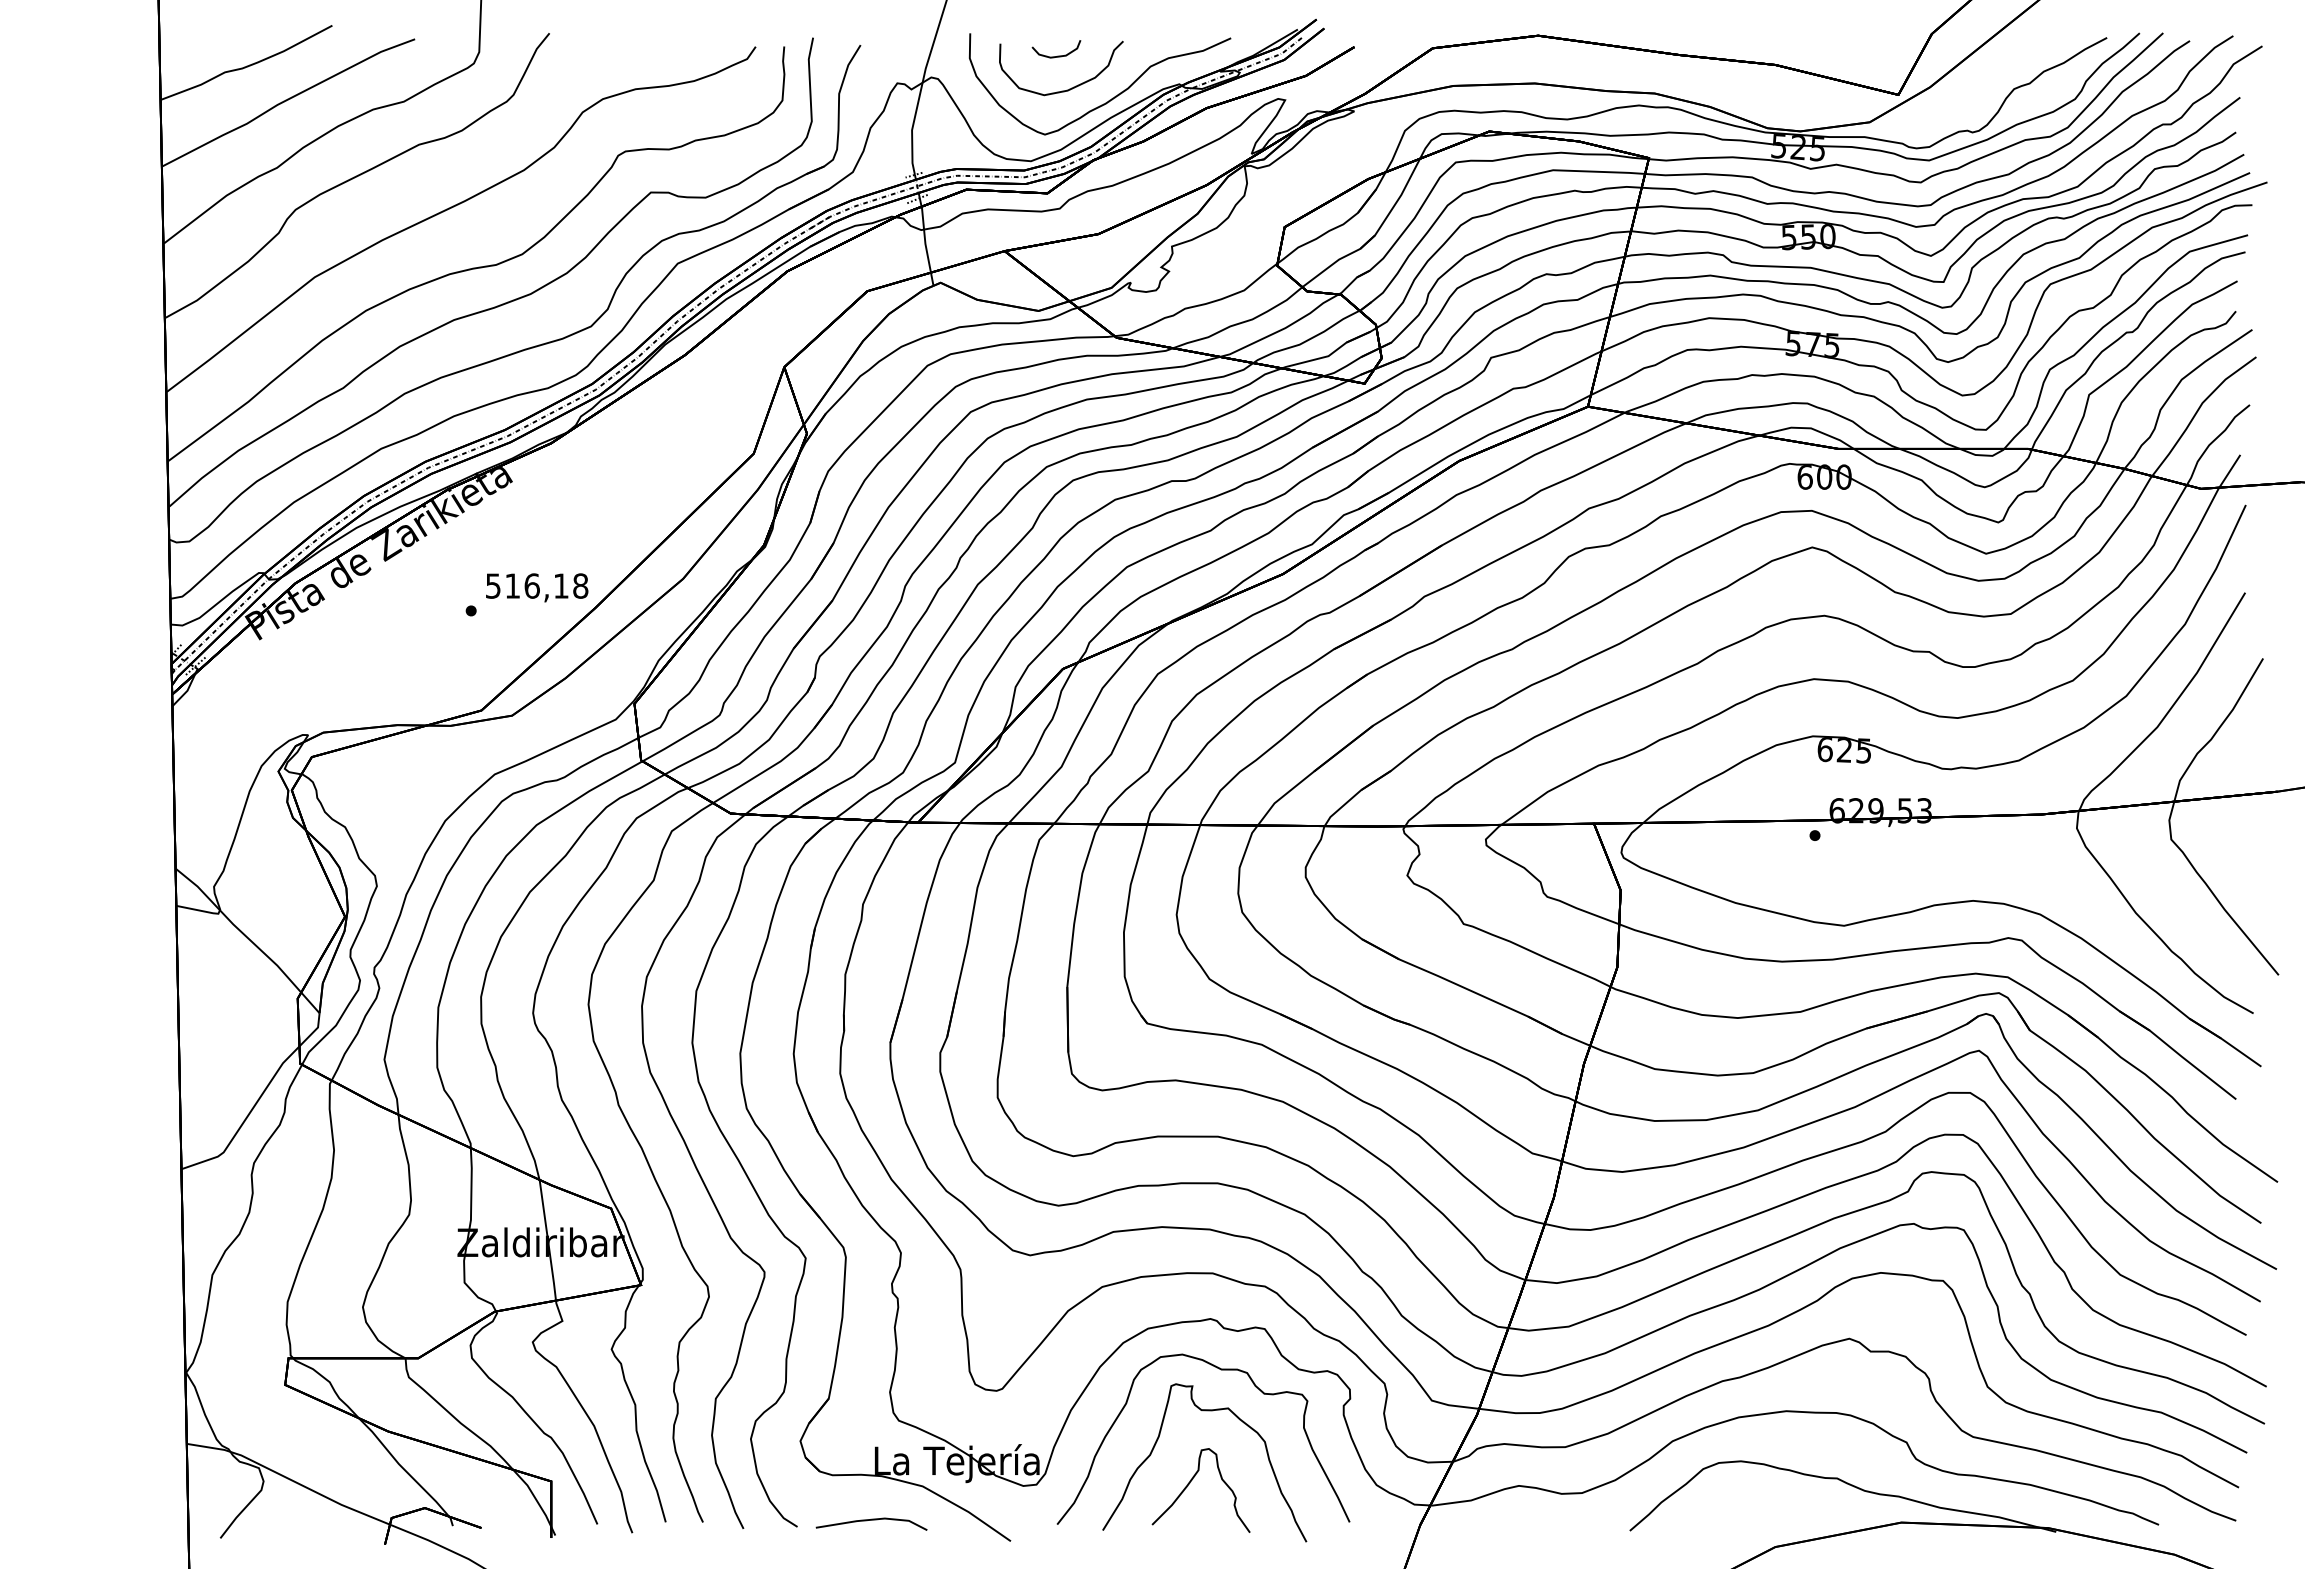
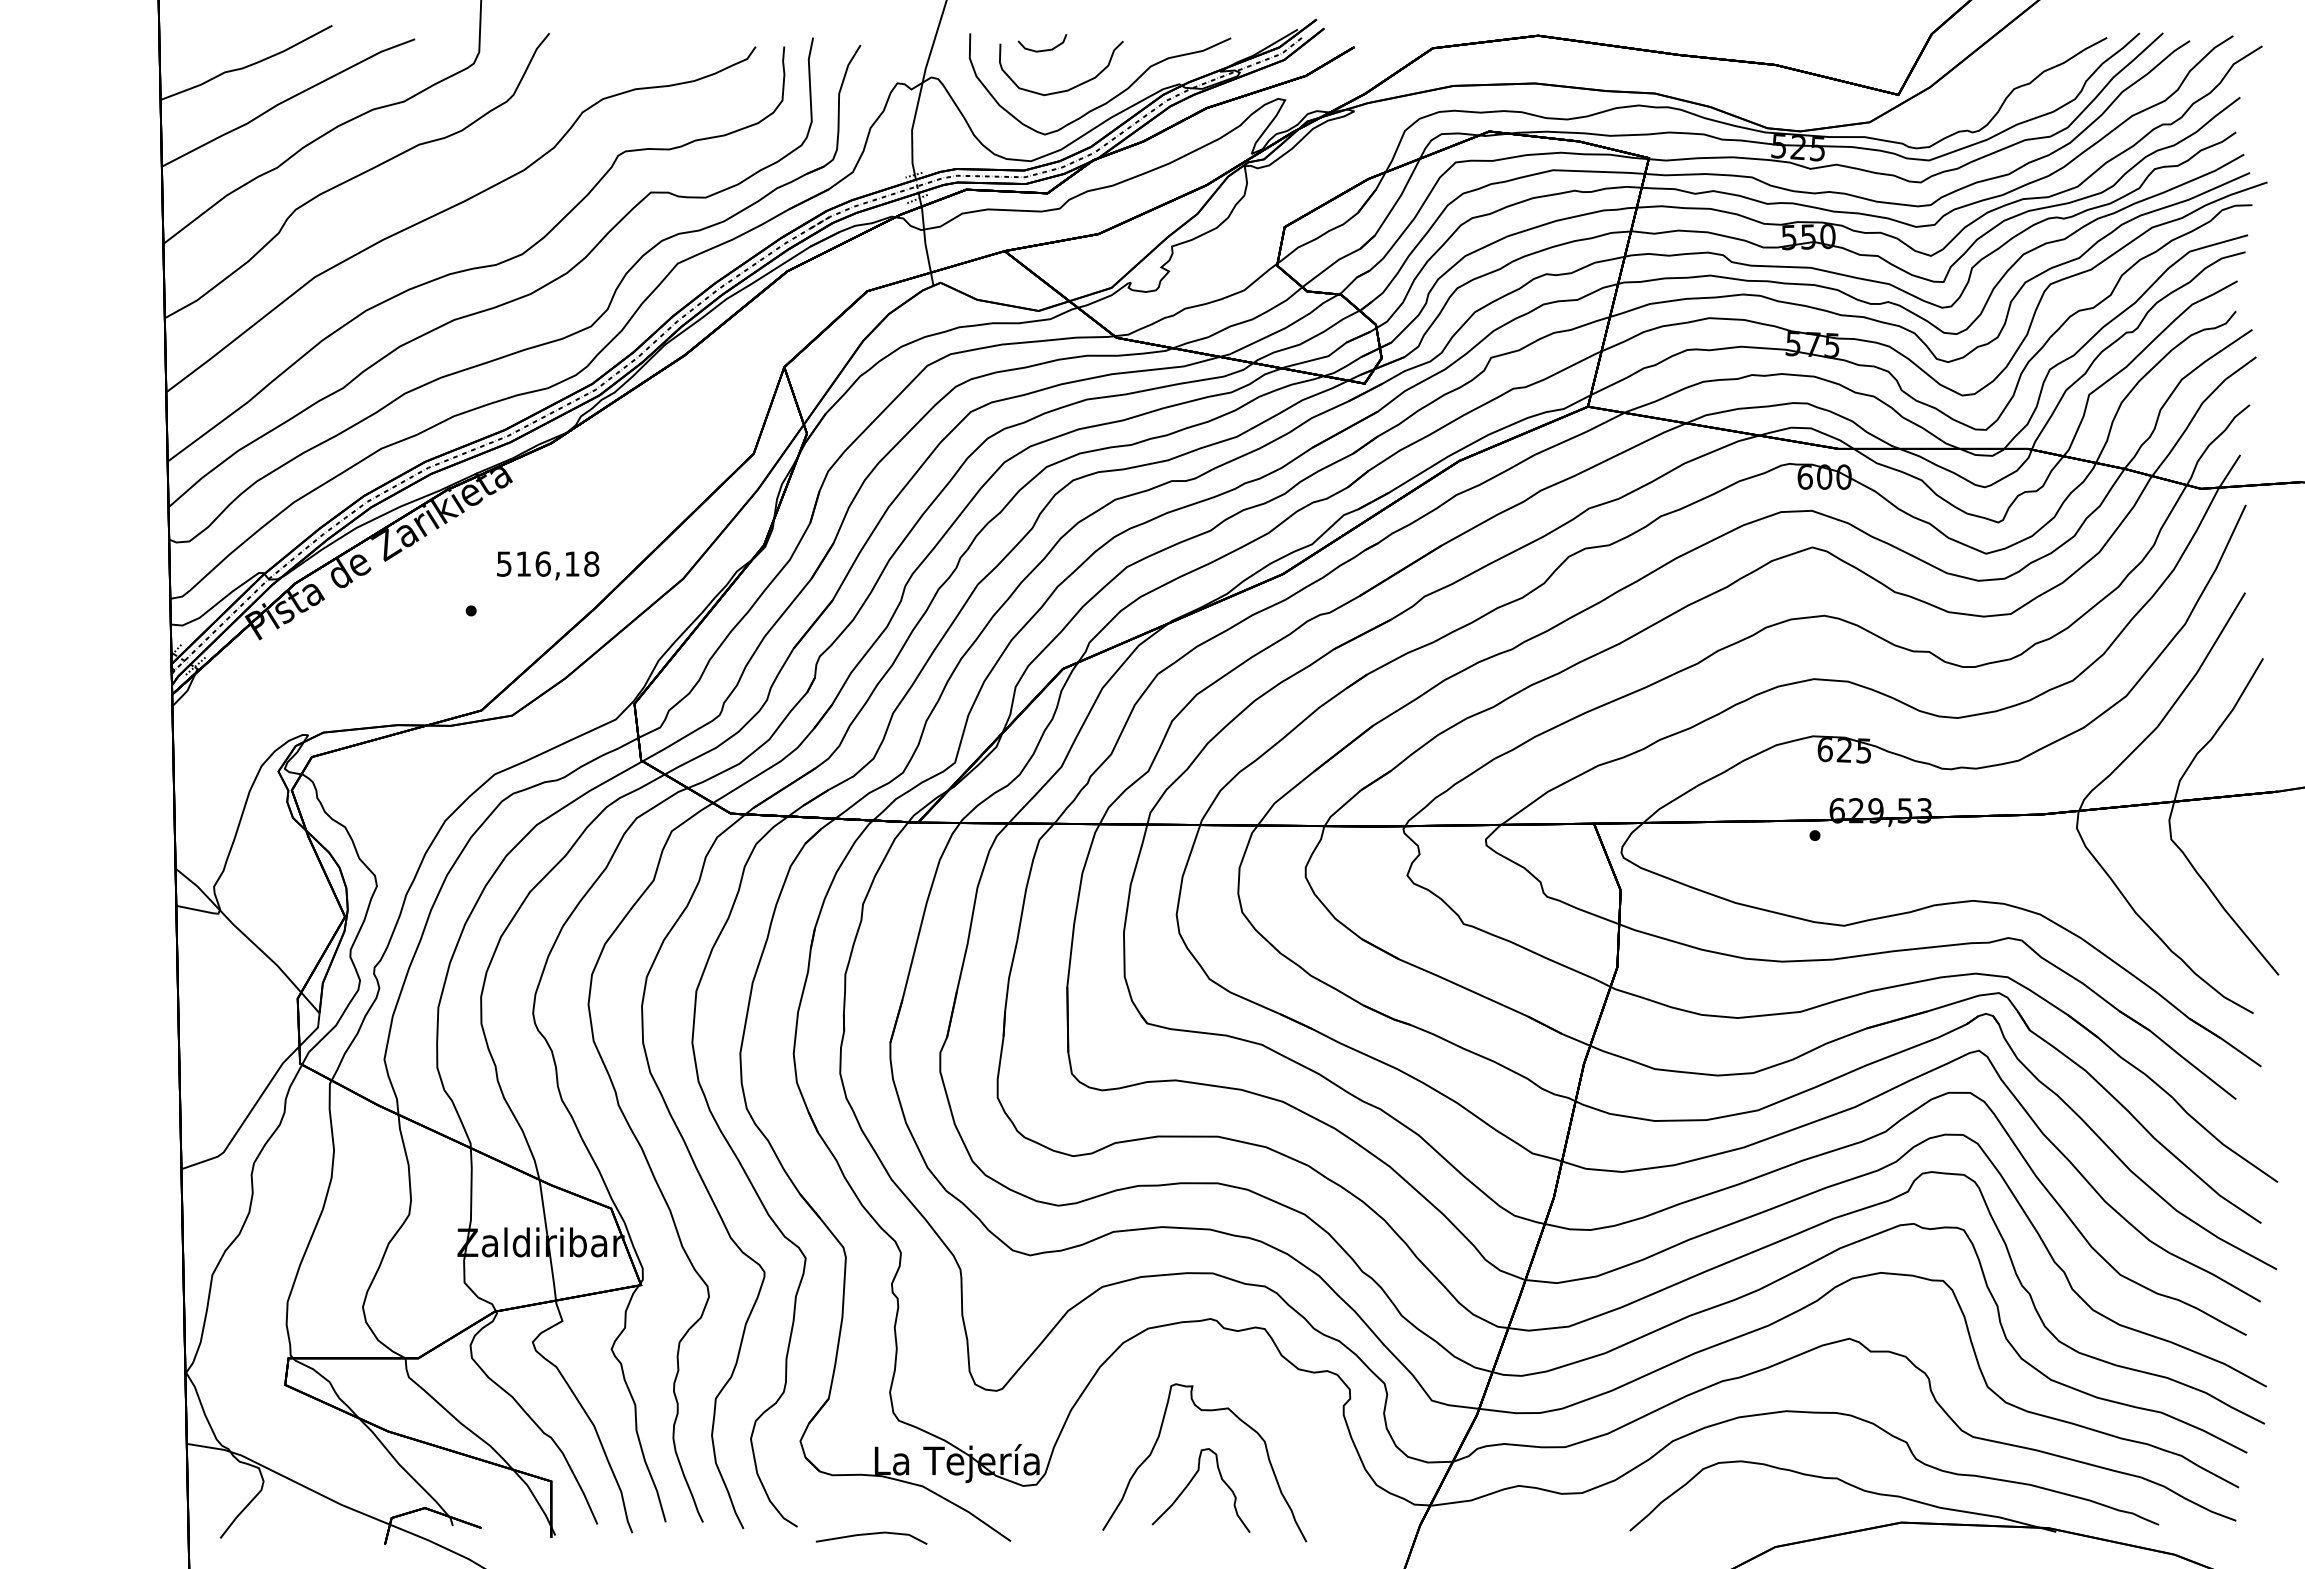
curve at (1057, 55) position: (1057, 55) -> (1043, 49)
text at (537, 587) position: (537, 587) -> (548, 565)
curve at (1221, 1370): present -> none
line at (871, 1520) position: (871, 1520) -> (871, 1534)
